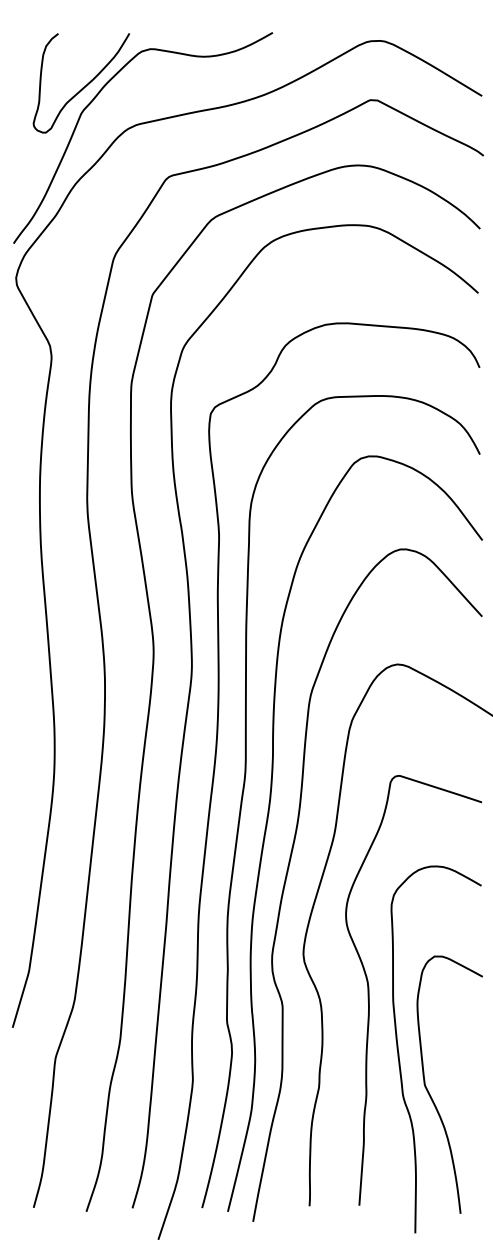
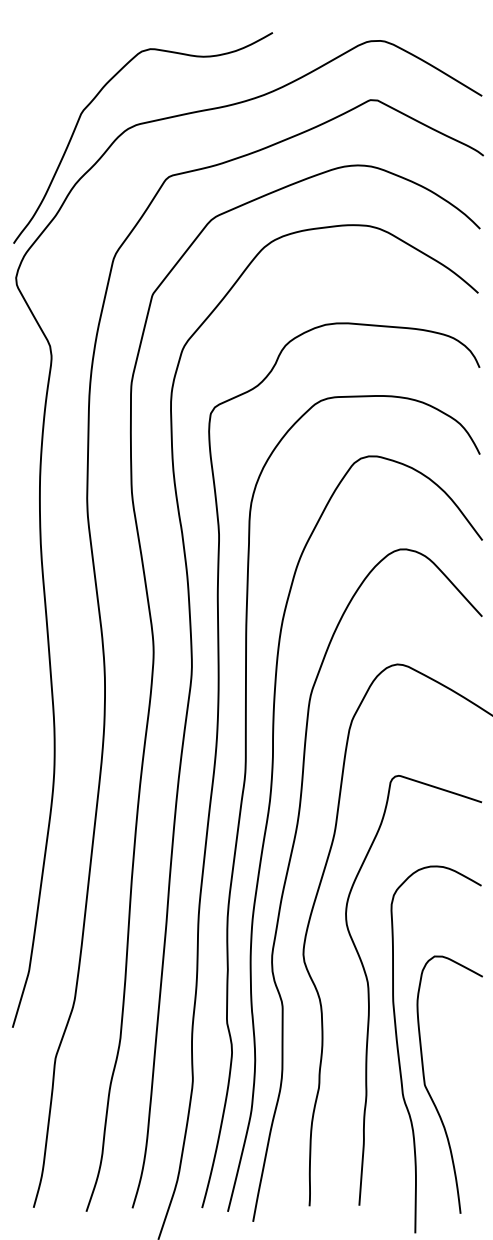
curve at (83, 86): present -> none
